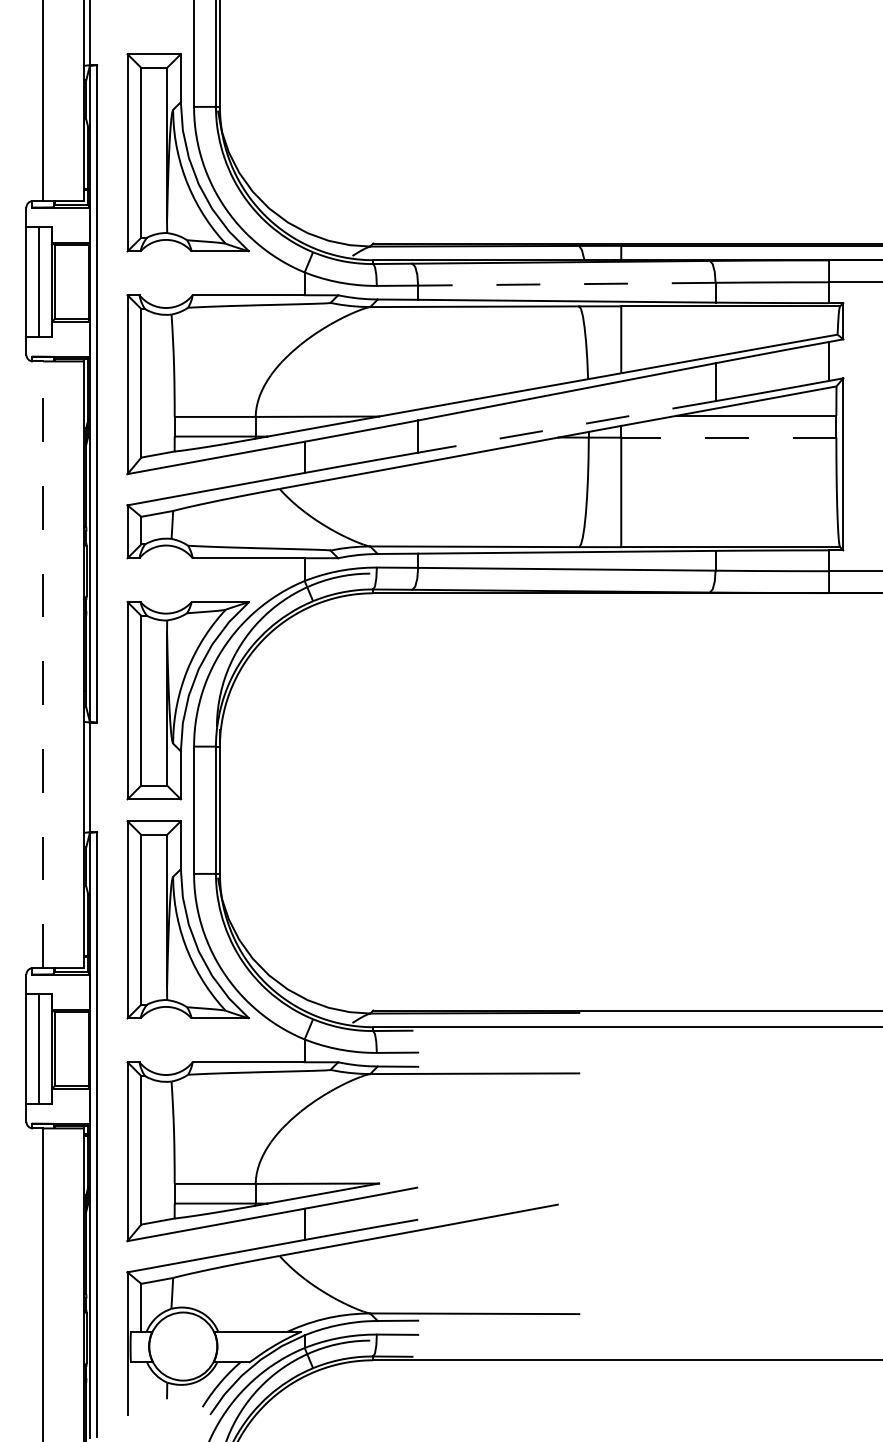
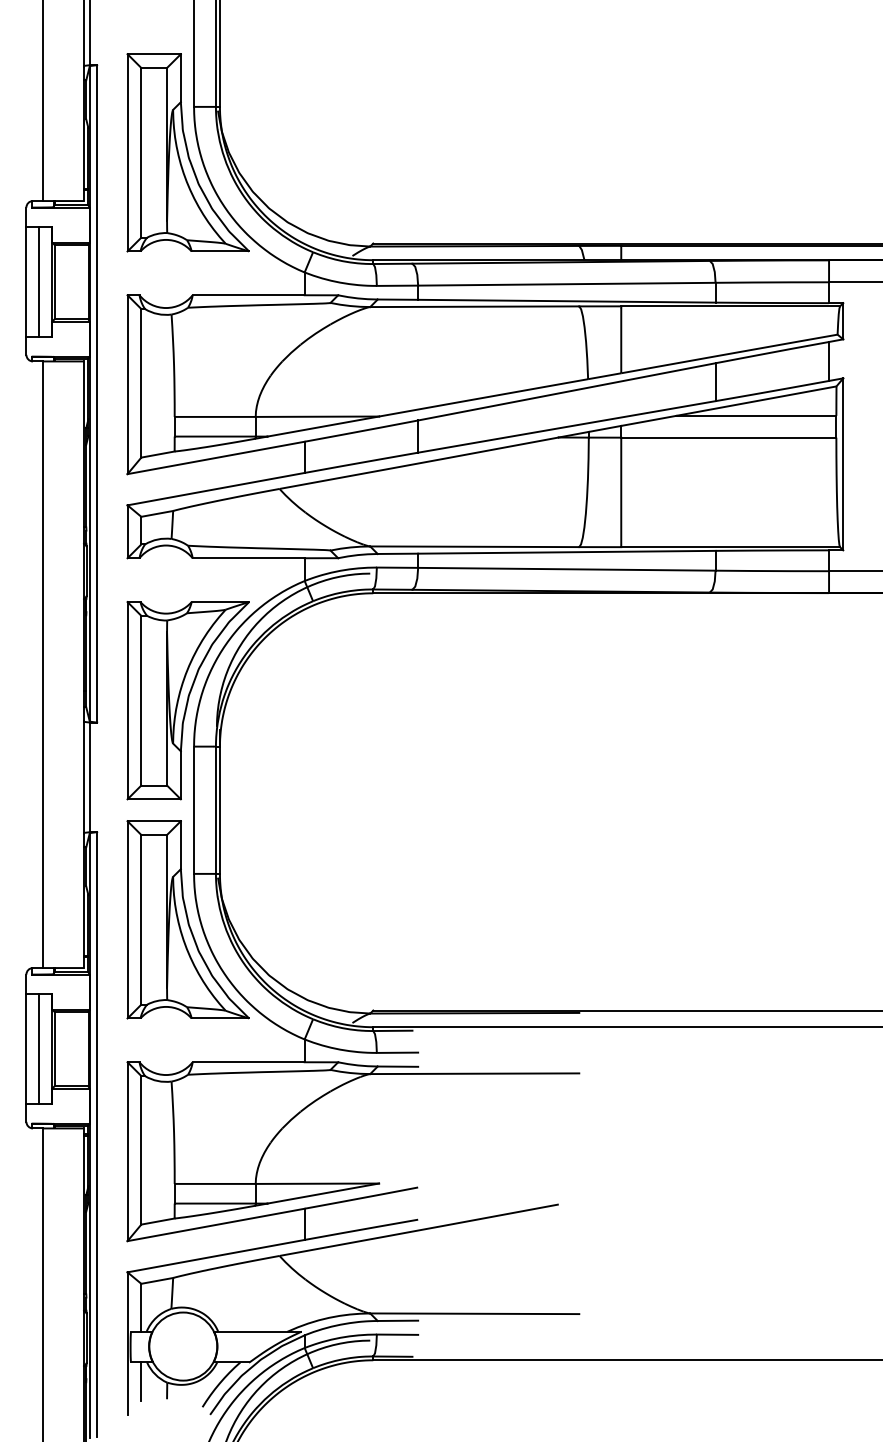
line at (566, 284): dashed -> solid
line at (566, 426): dashed -> solid
line at (728, 437): dashed -> solid
line at (43, 664): dashed -> solid
line at (141, 1381): none -> present
